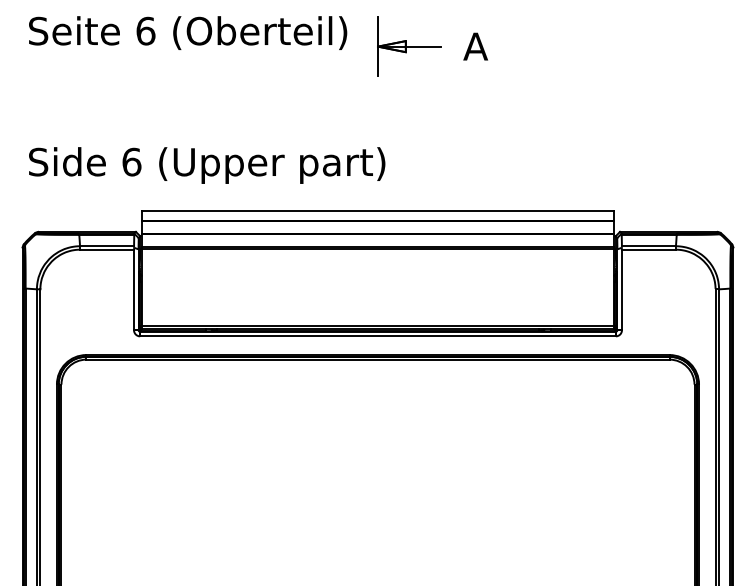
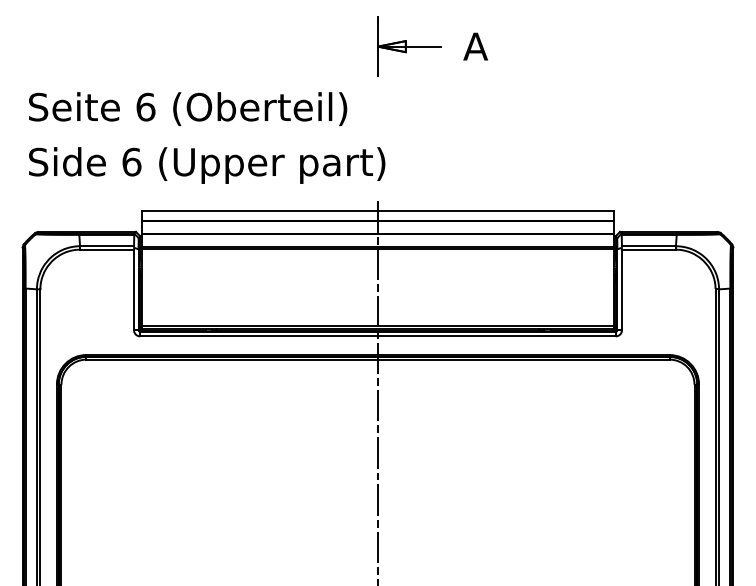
text at (188, 32) position: (188, 32) -> (188, 108)
line at (377, 390): none -> present
